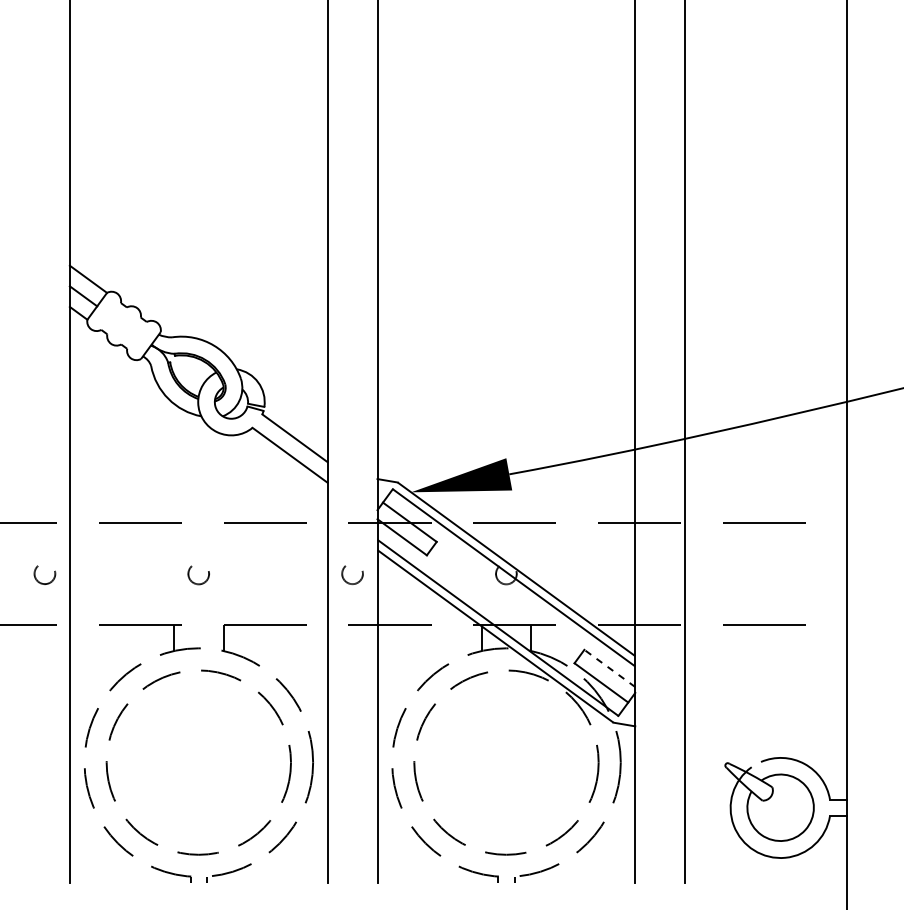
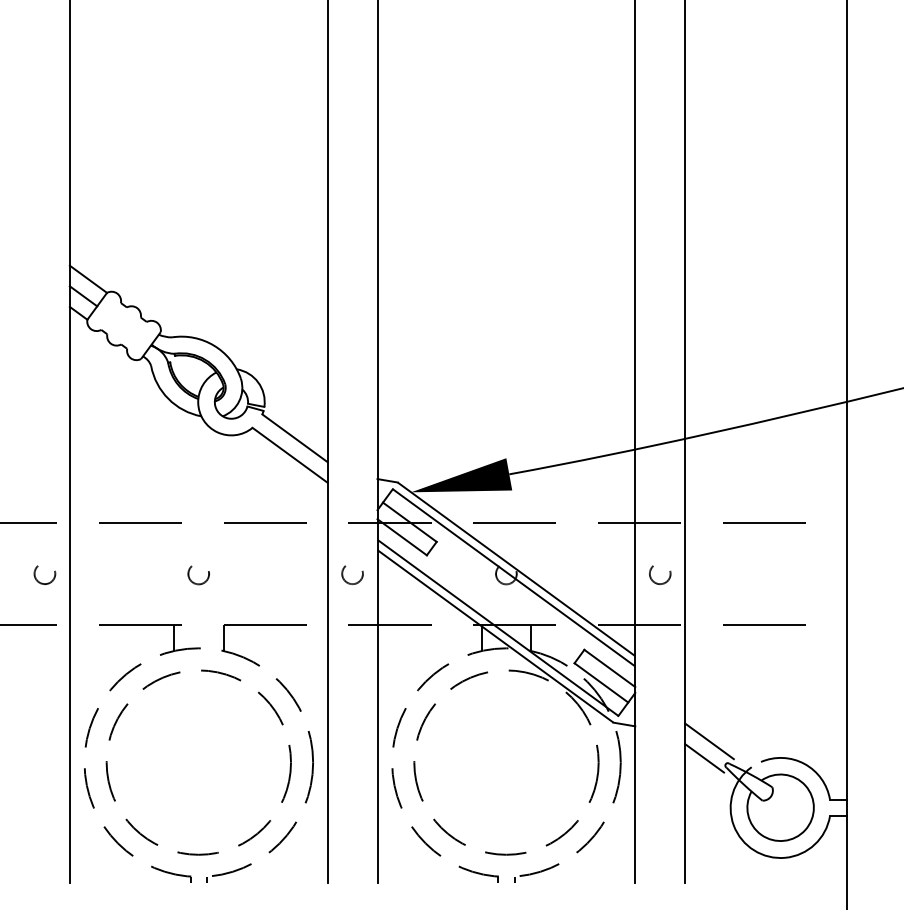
circle at (660, 574): none -> present
line at (609, 668): dashed -> solid
line at (709, 741): none -> present
line at (704, 758): none -> present
